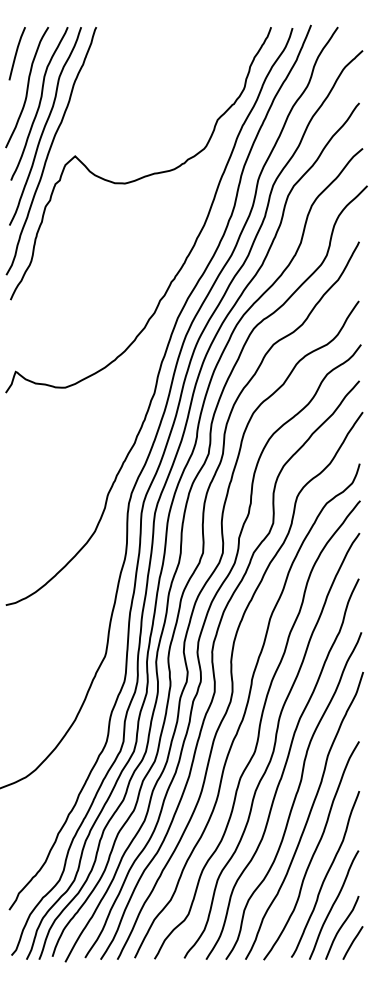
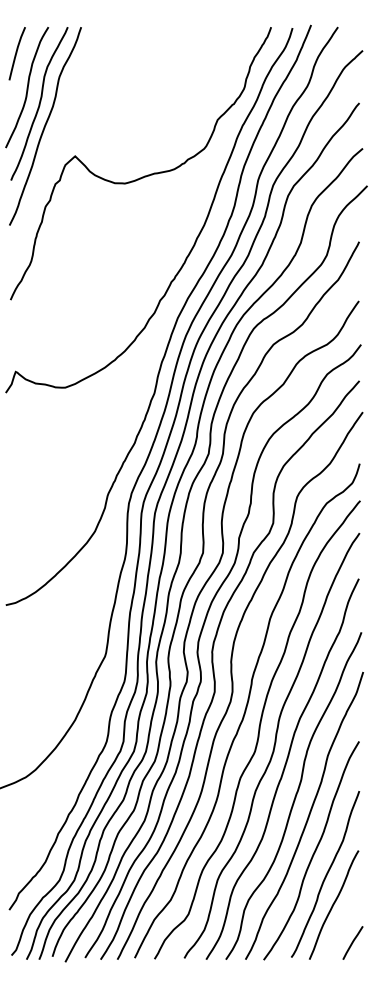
curve at (50, 151): present -> none
curve at (342, 926): present -> none
